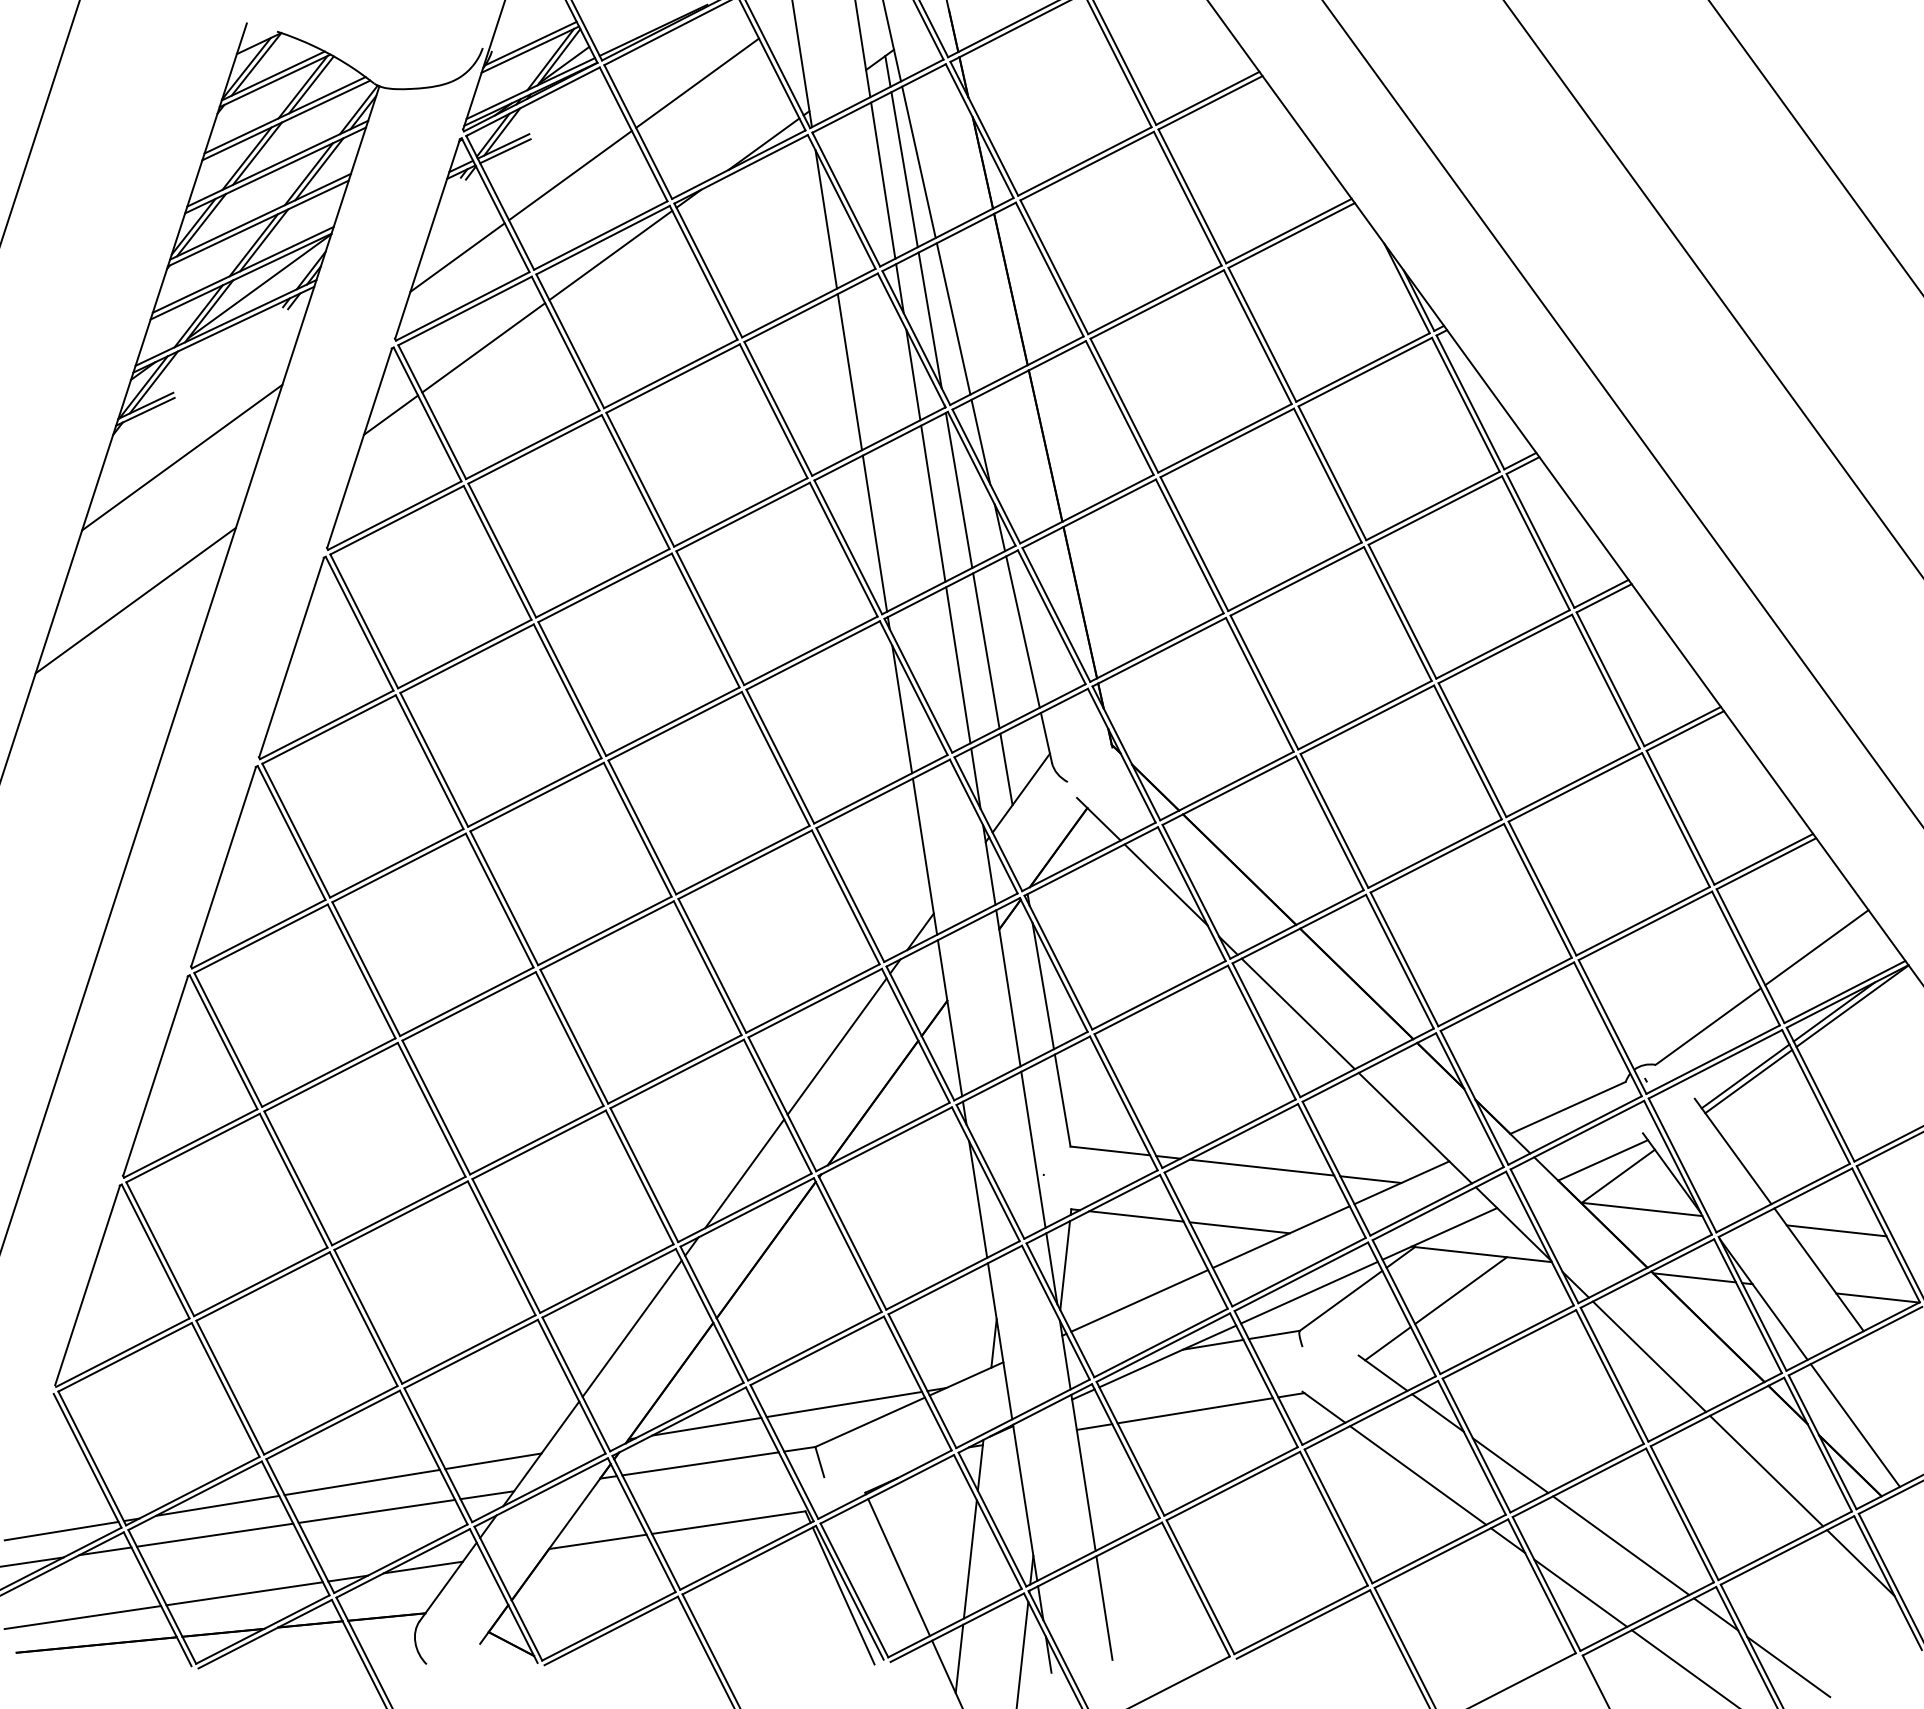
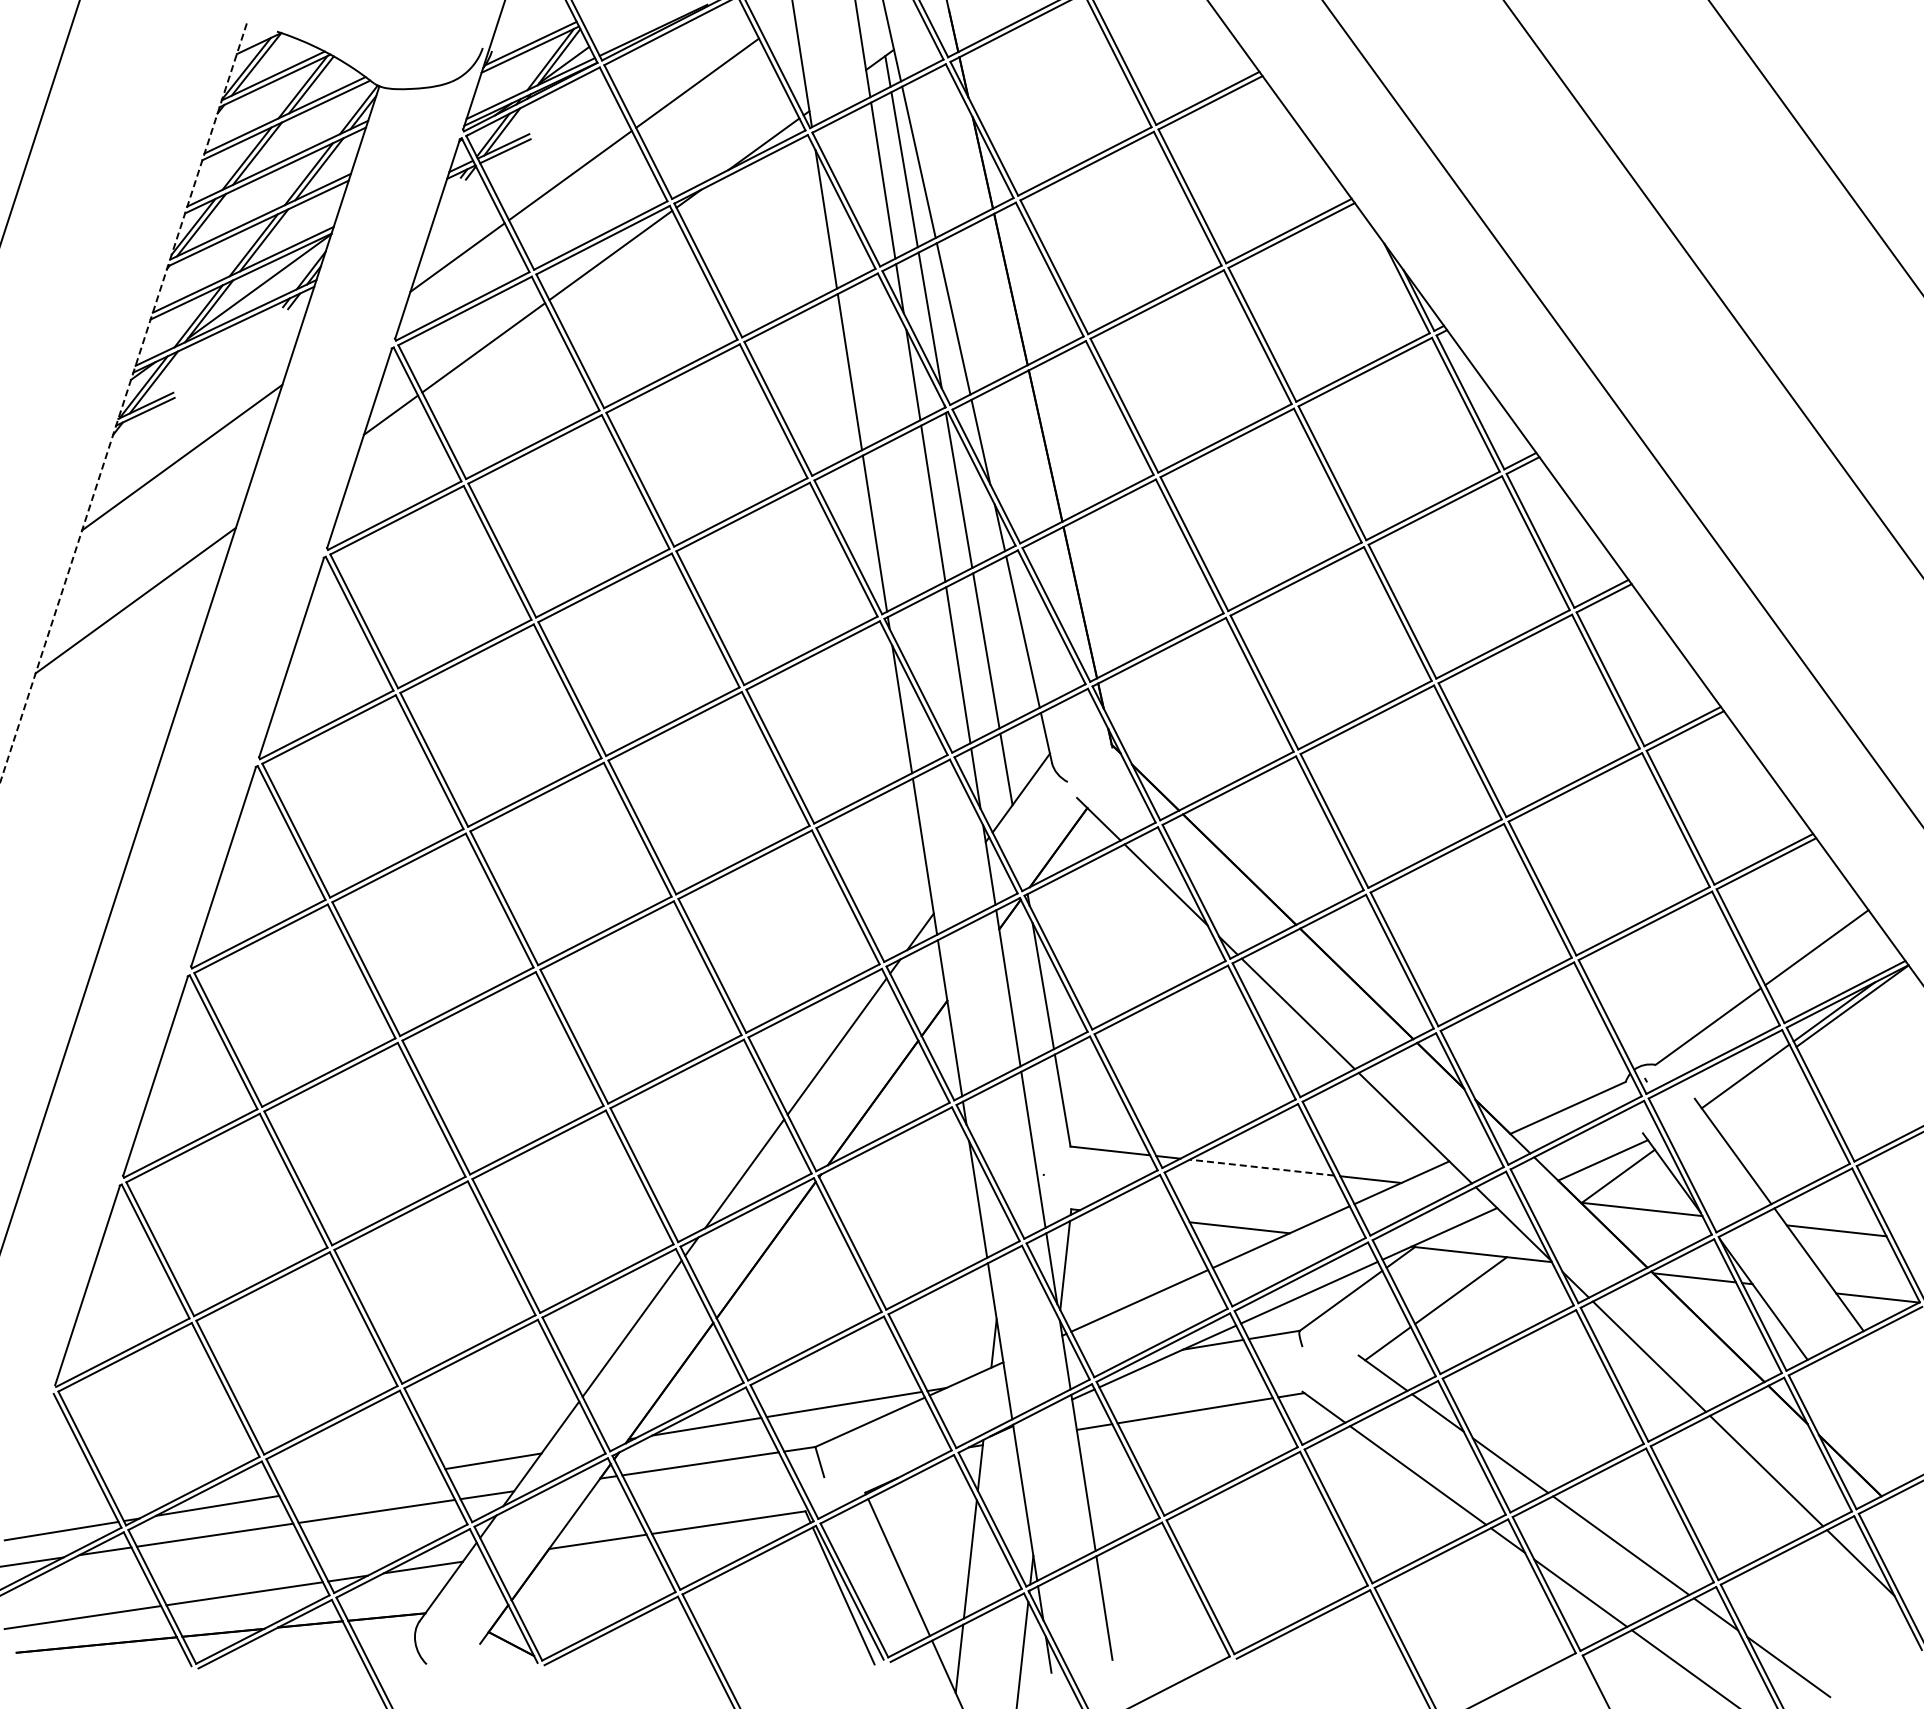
line at (123, 403): solid -> dashed
line at (1748, 1081): present -> none
line at (1262, 1167): solid -> dashed
line at (1136, 1216): present -> none
line at (1854, 1425): present -> none
line at (361, 1482): present -> none
